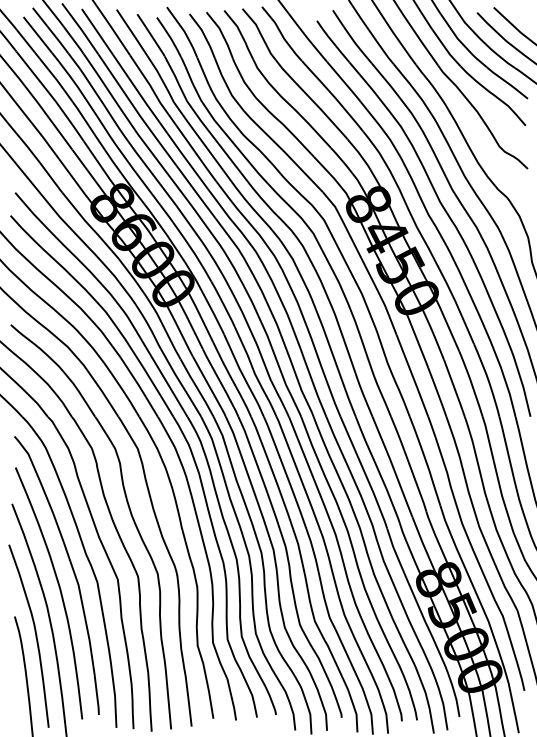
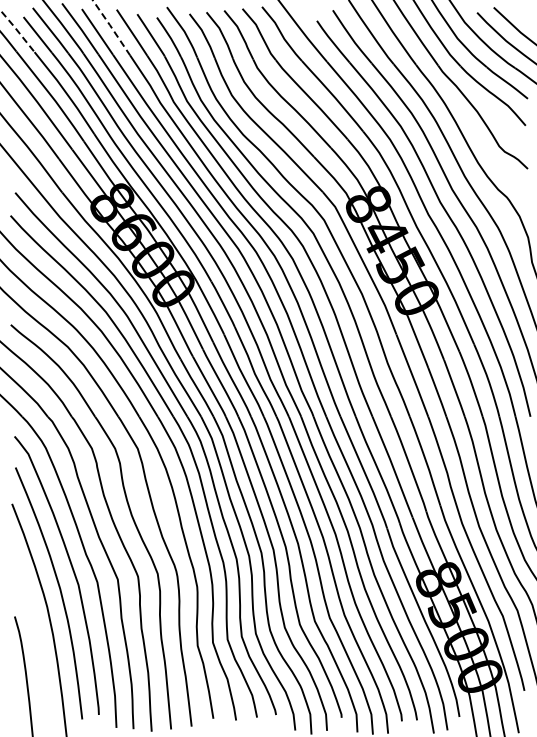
line at (111, 27): solid -> dashed
line at (17, 30): solid -> dashed
curve at (34, 632): present -> none
